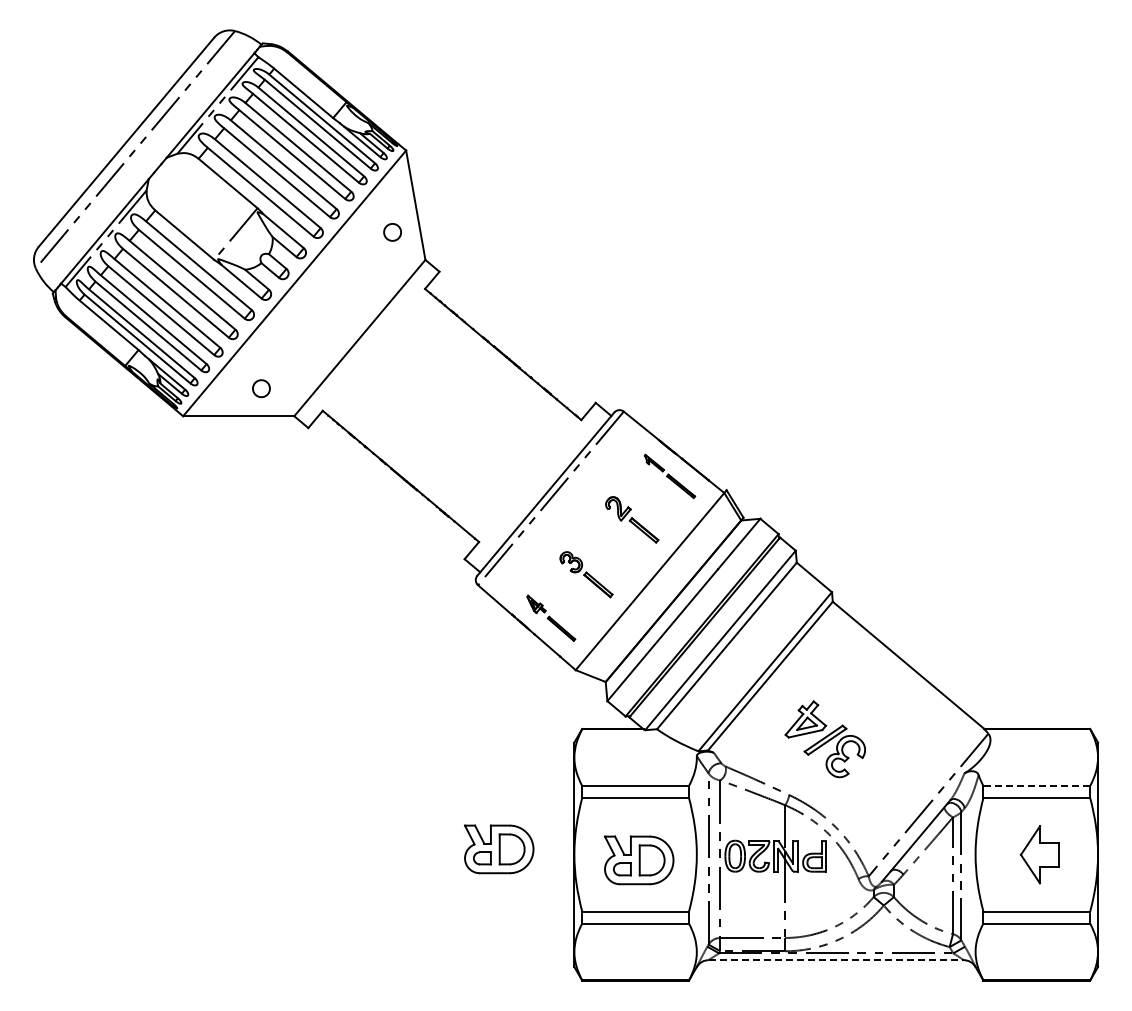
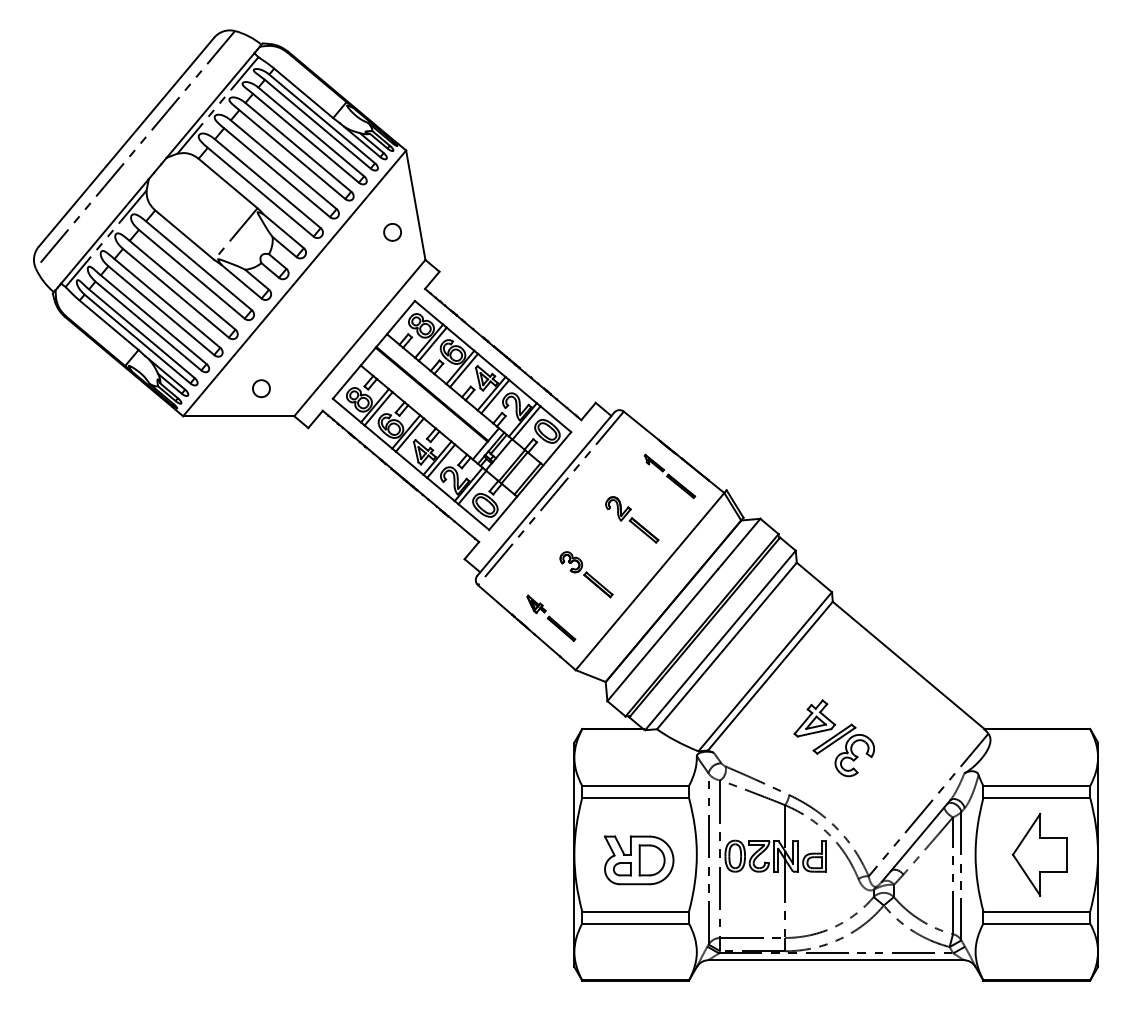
part at (451, 415): none -> present
part at (824, 739) position: (824, 739) -> (833, 738)
line at (1036, 786): dashed -> solid
part at (499, 849): present -> none
part at (1039, 854) size: 41x60 px -> 57x84 px
line at (836, 960): dashed -> solid
